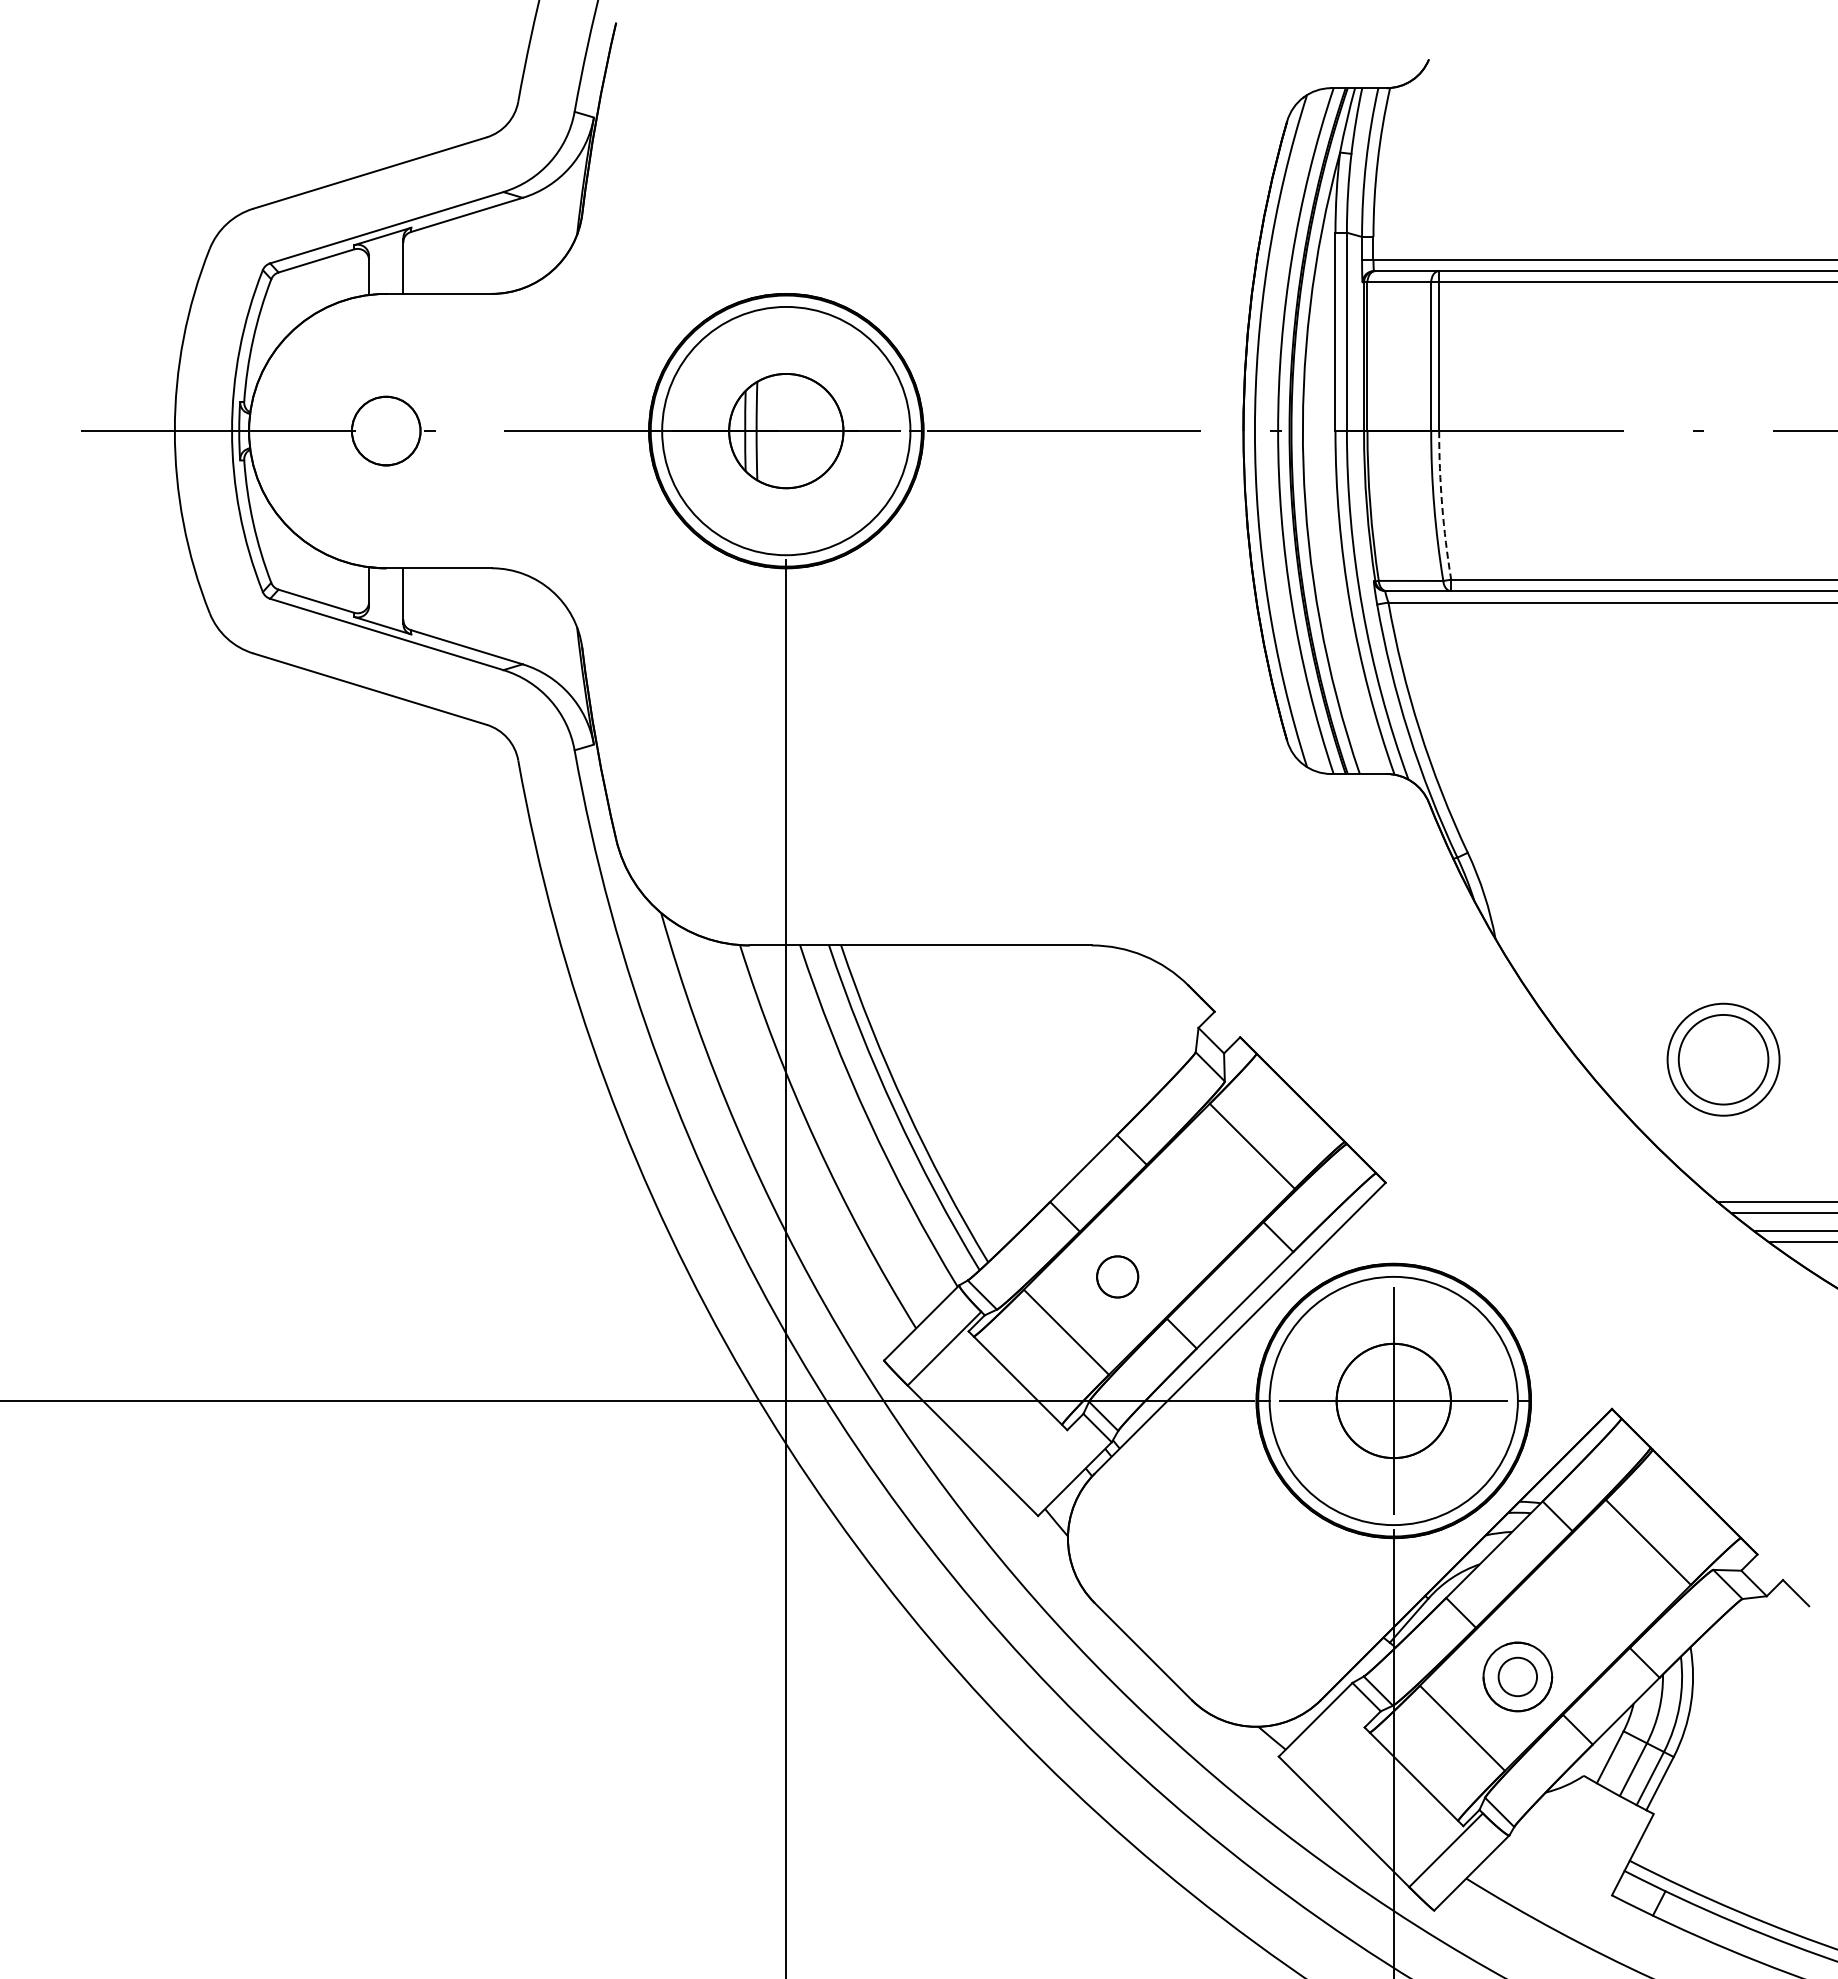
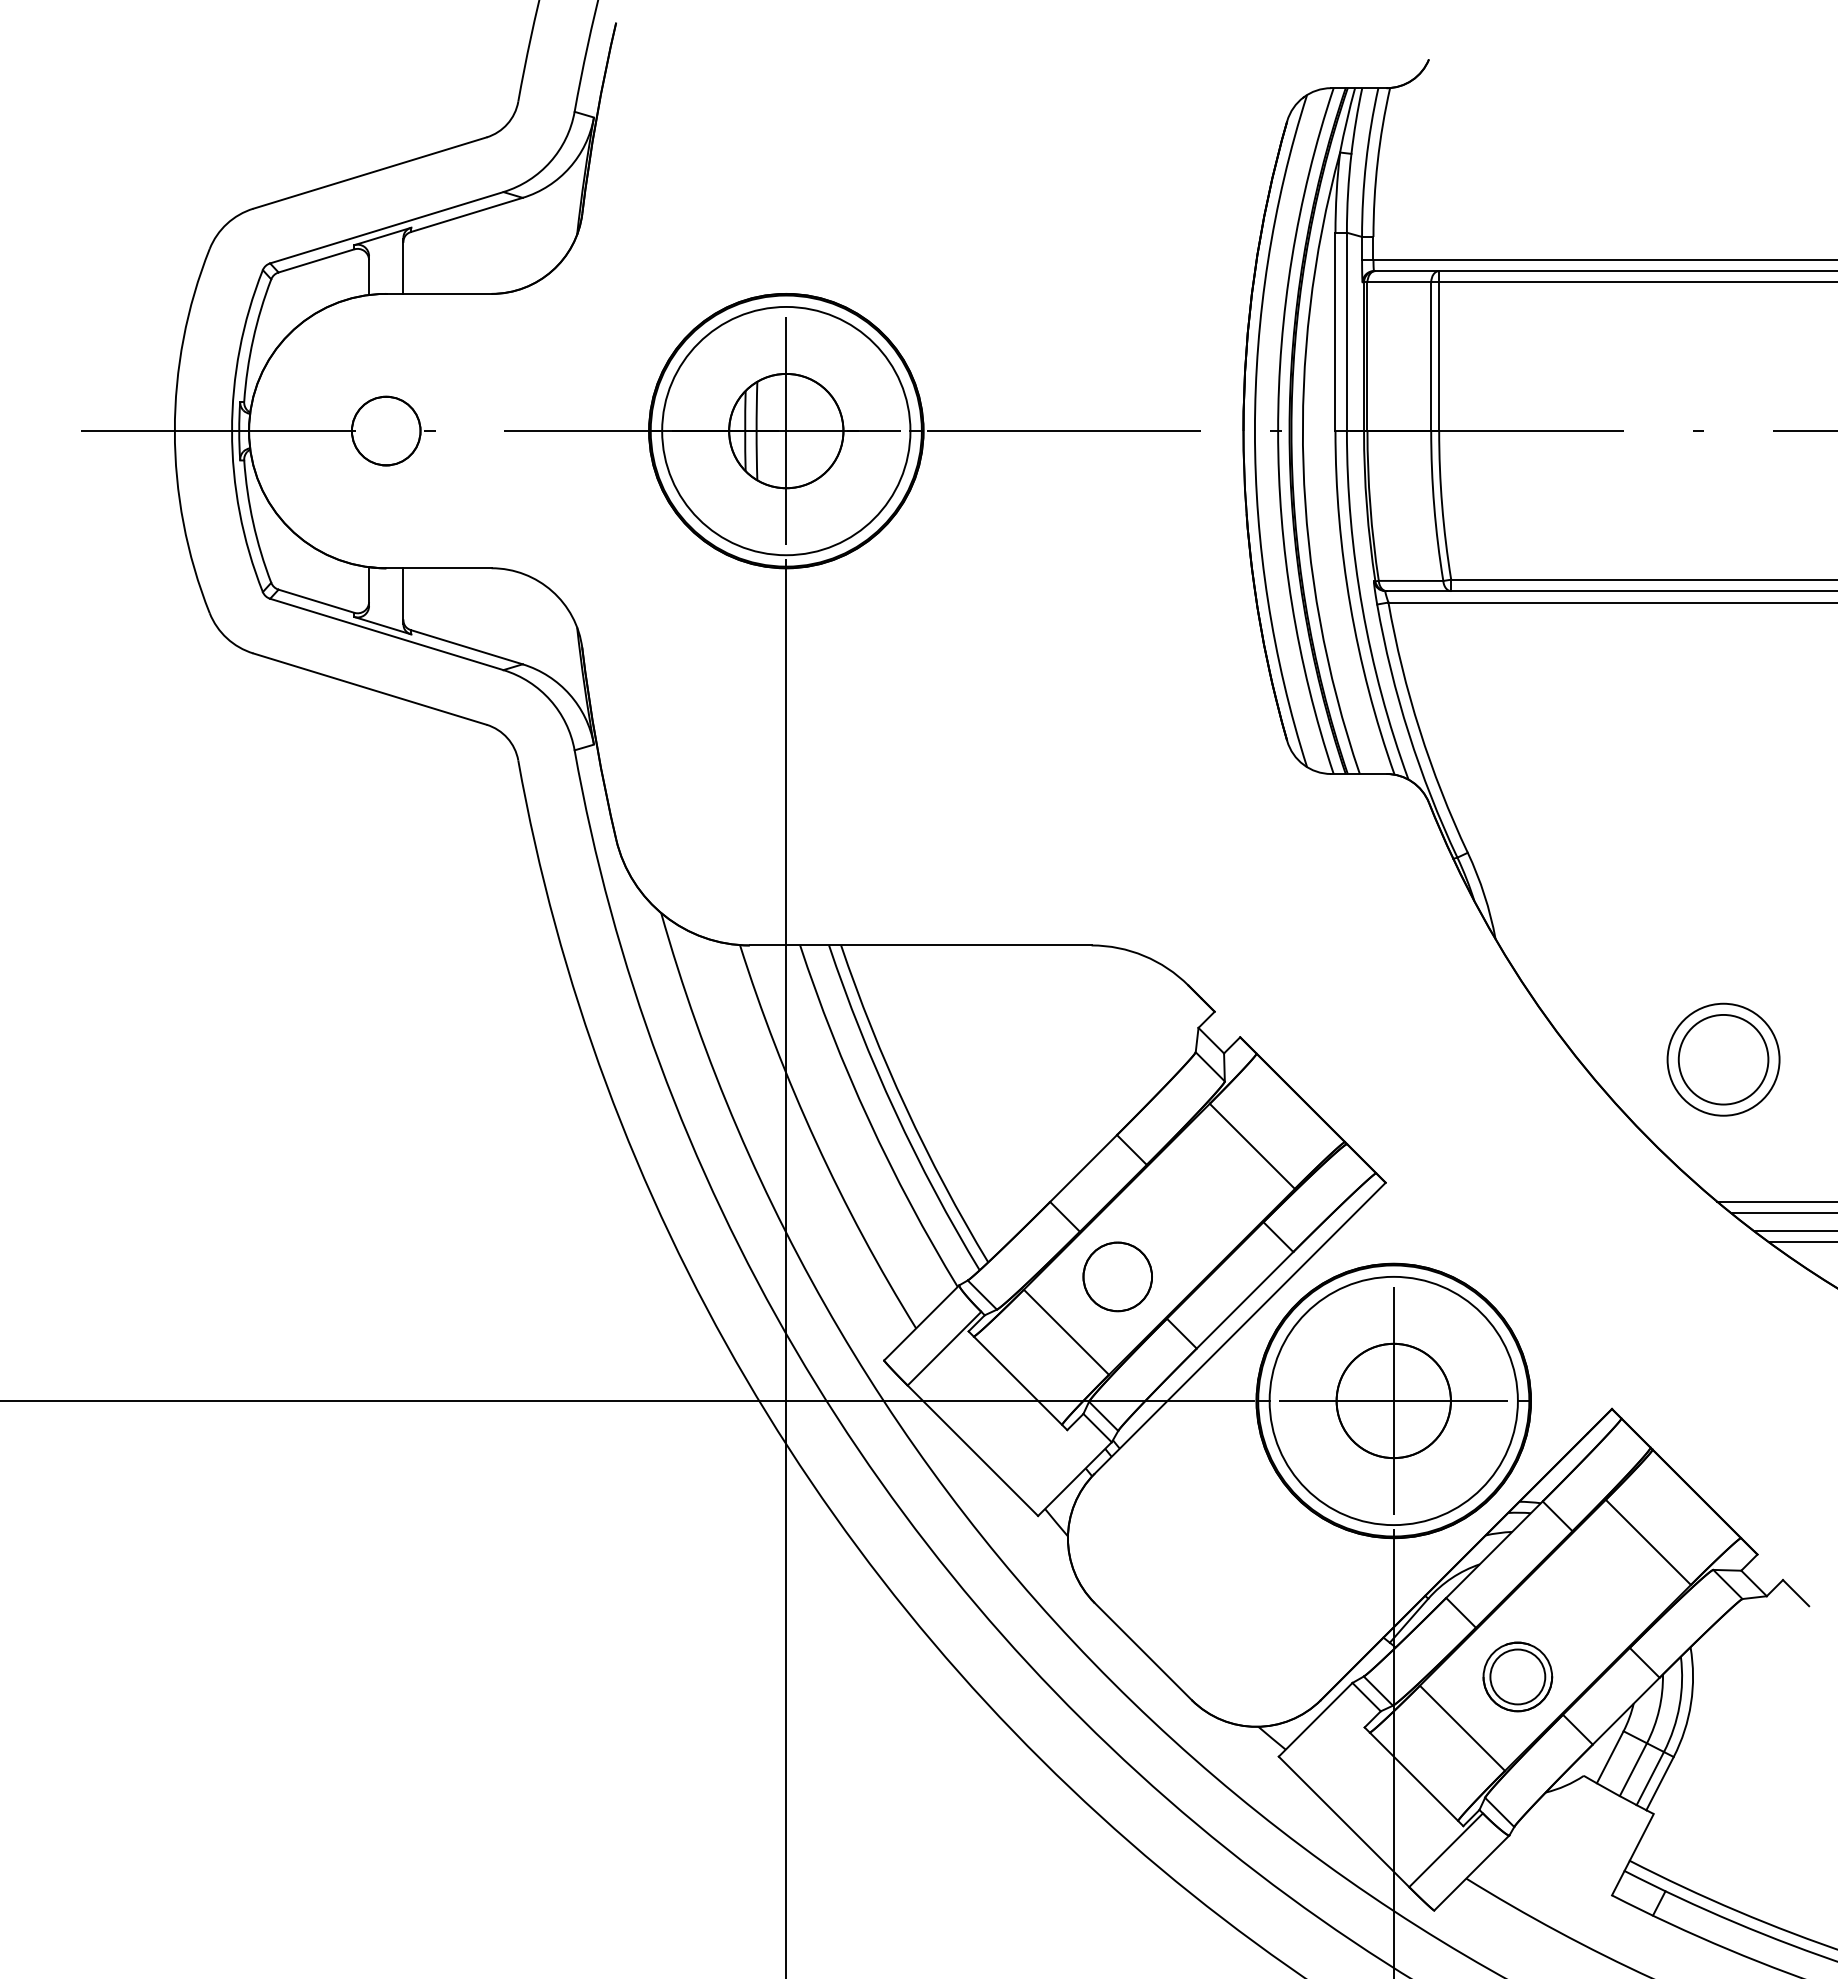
line at (786, 430): none -> present
arc at (1442, 505): dashed -> solid
part at (1117, 1276) size: 44x44 px -> 71x72 px
circle at (1517, 1676) diameter: 38 px -> 55 px
